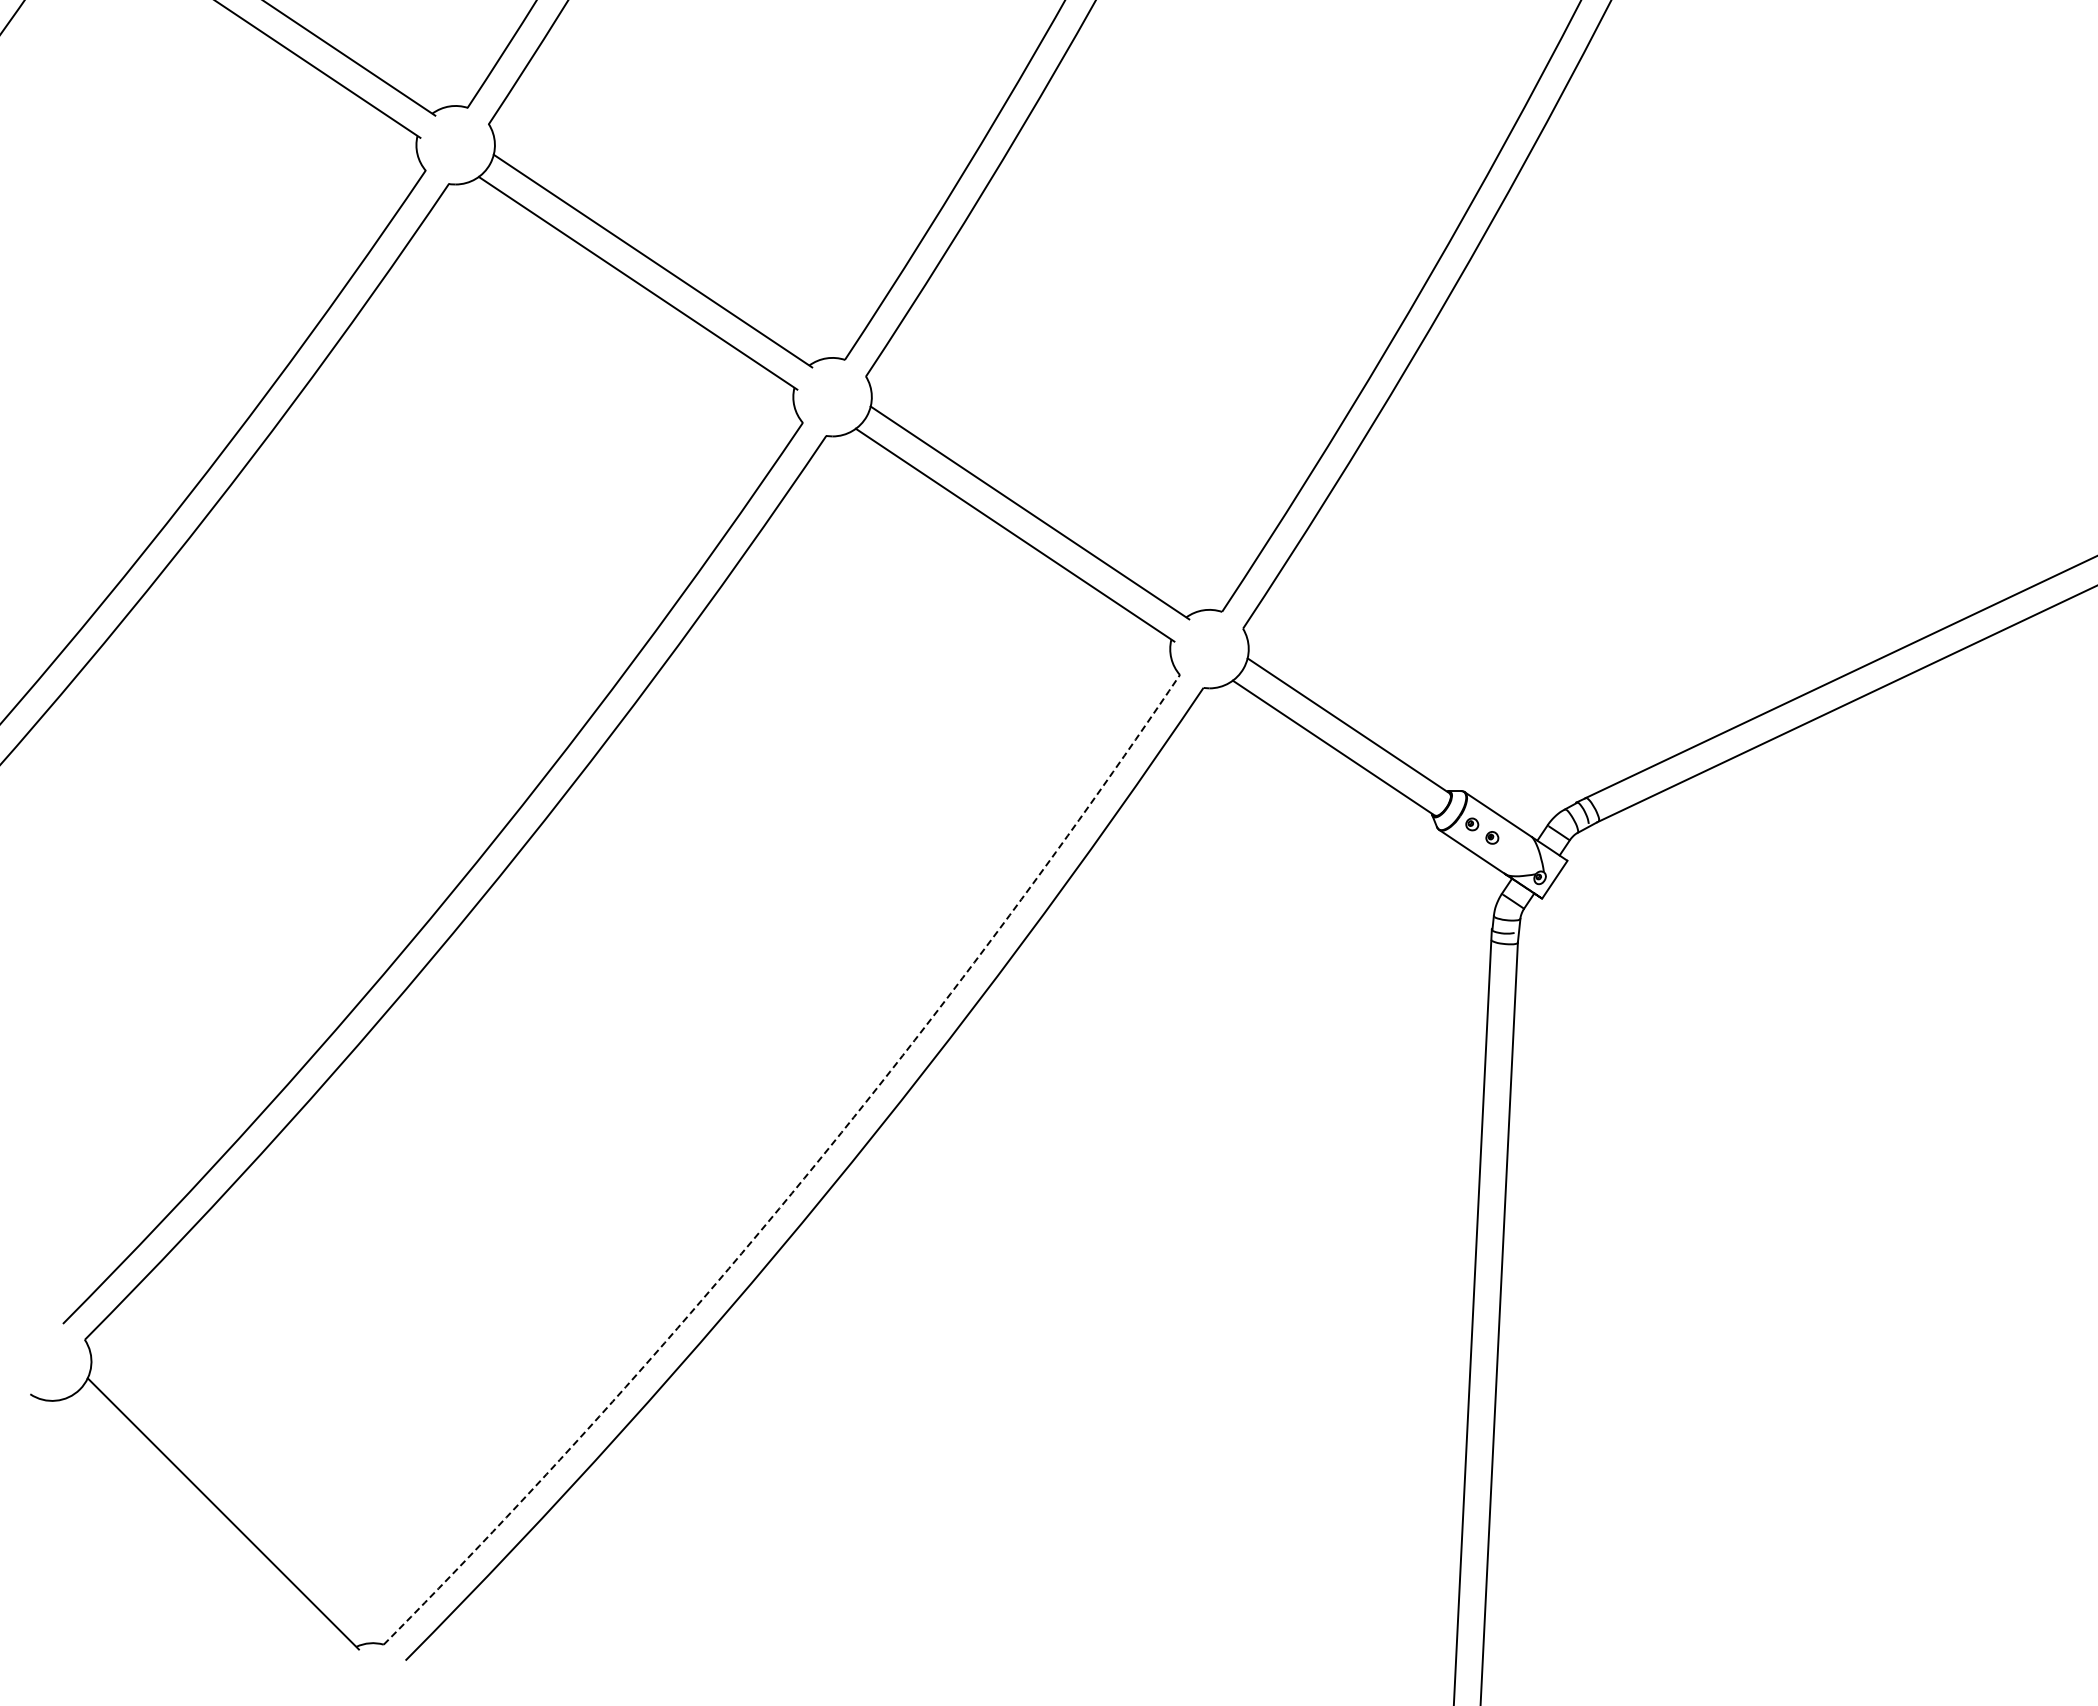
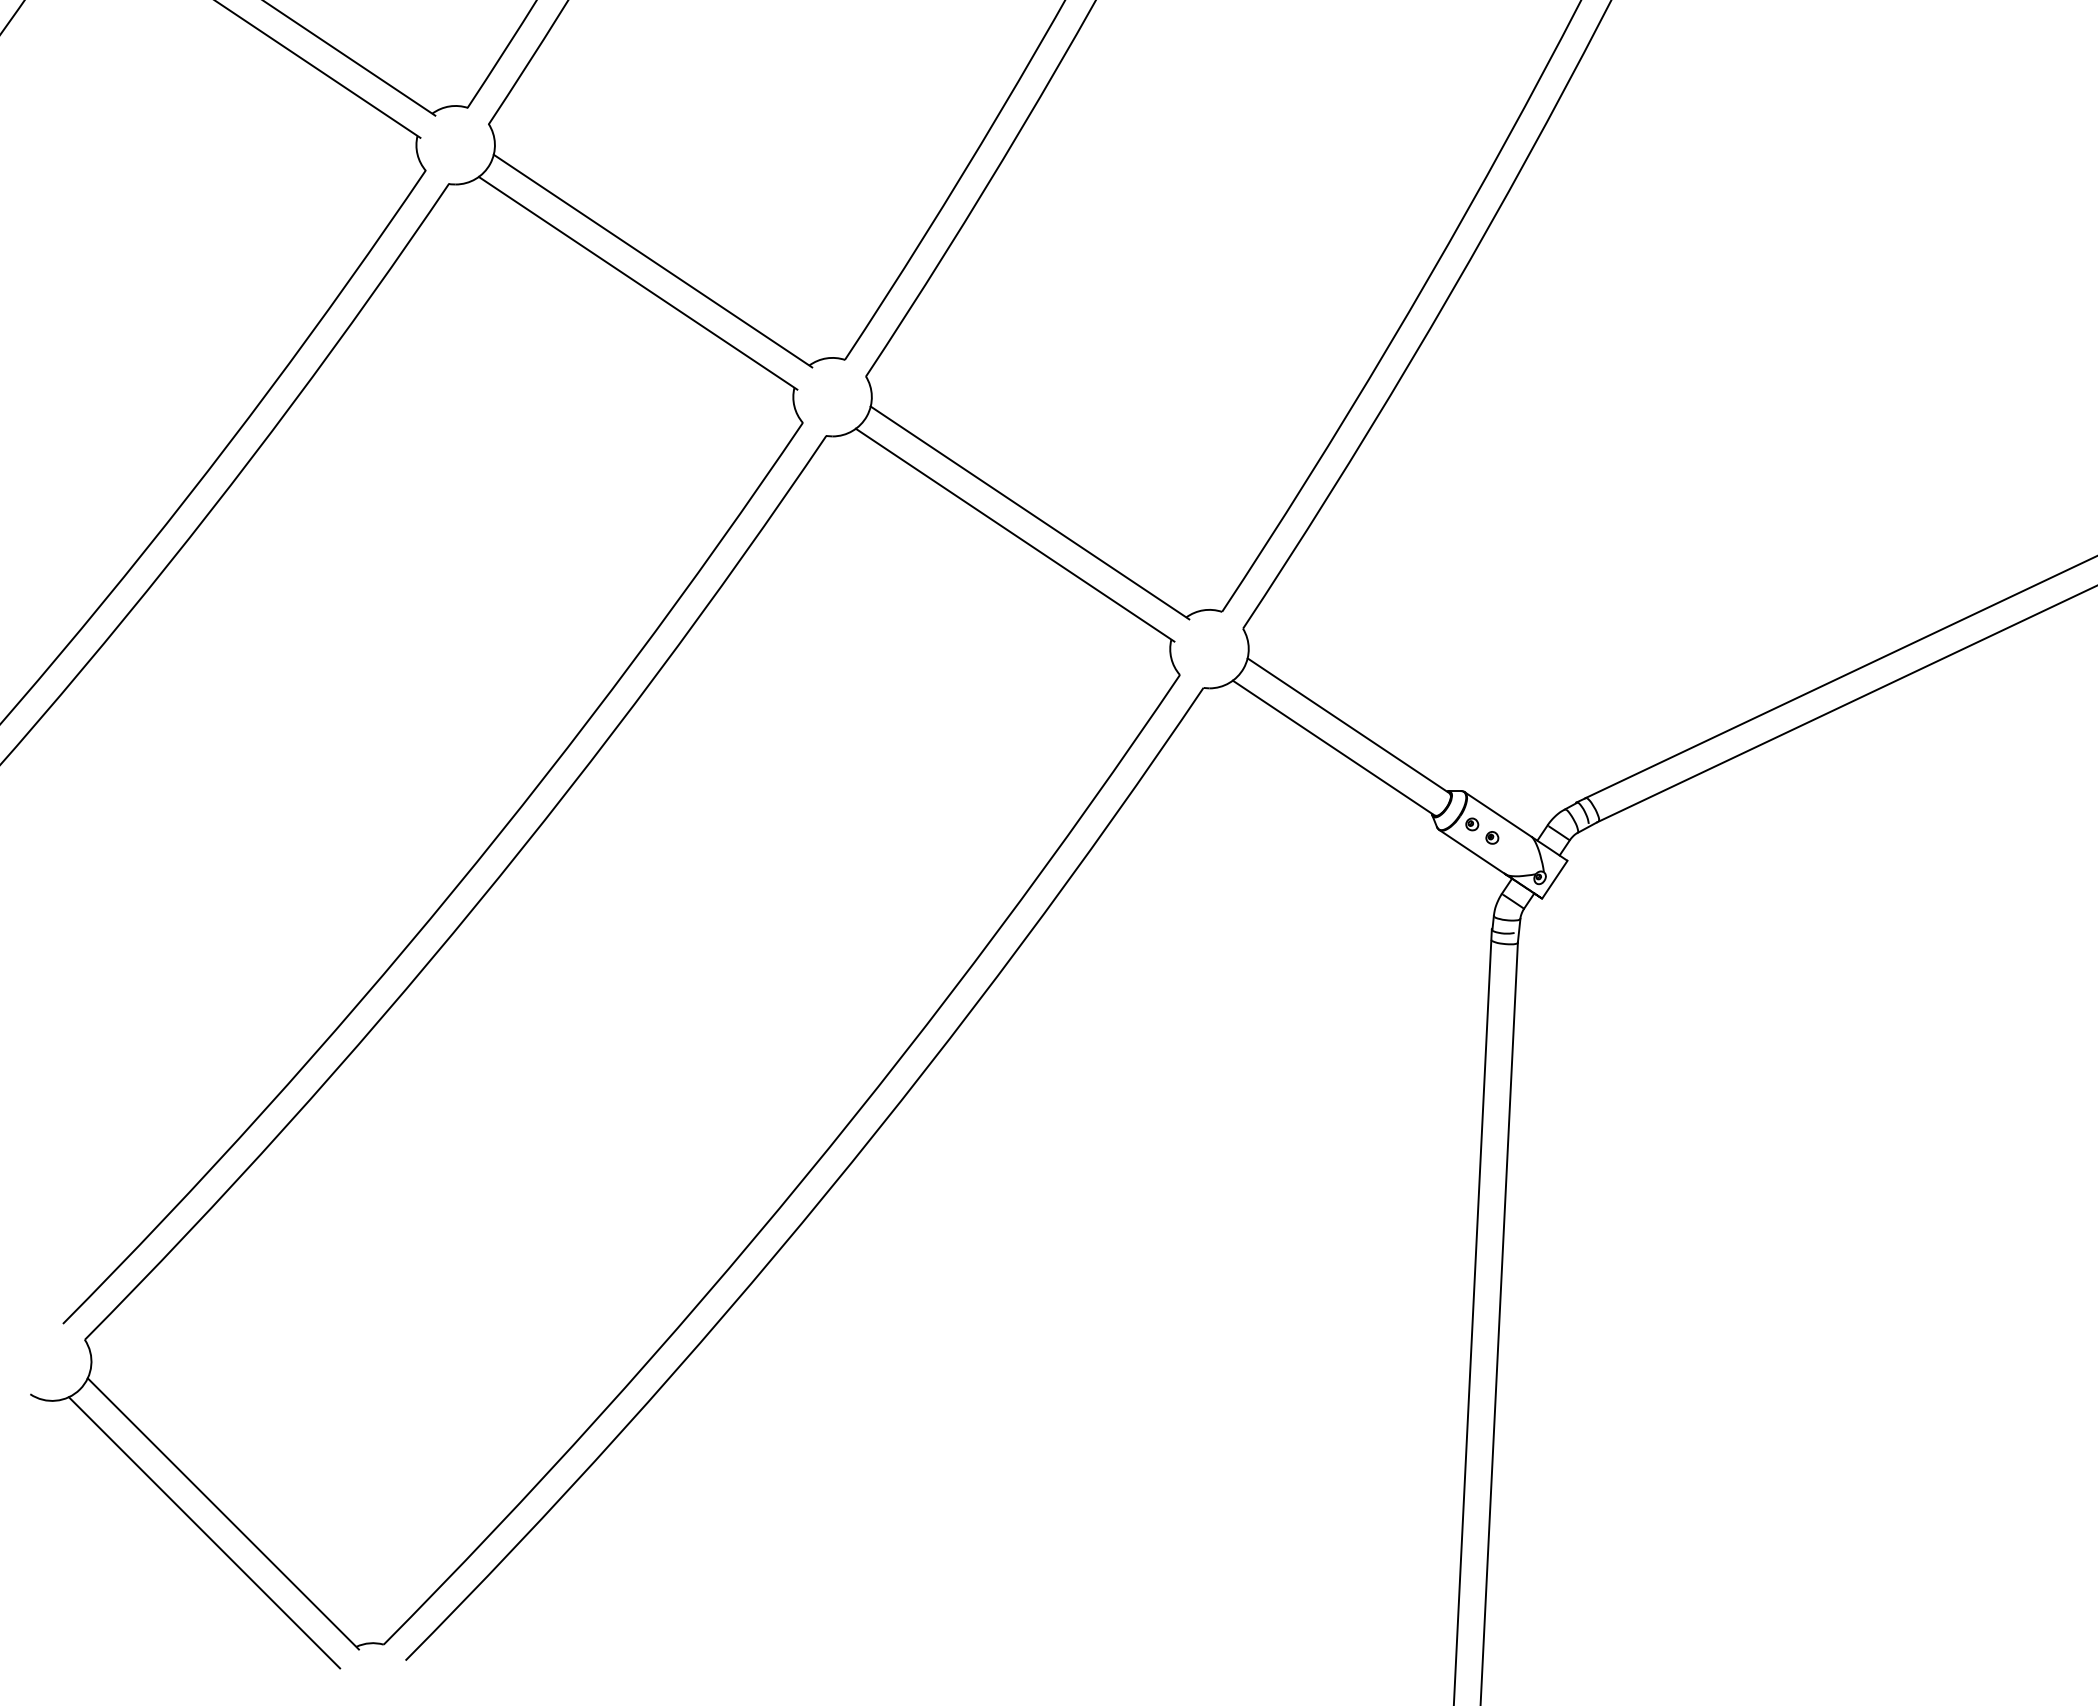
arc at (804, 1178): dashed -> solid
line at (204, 1532): none -> present
